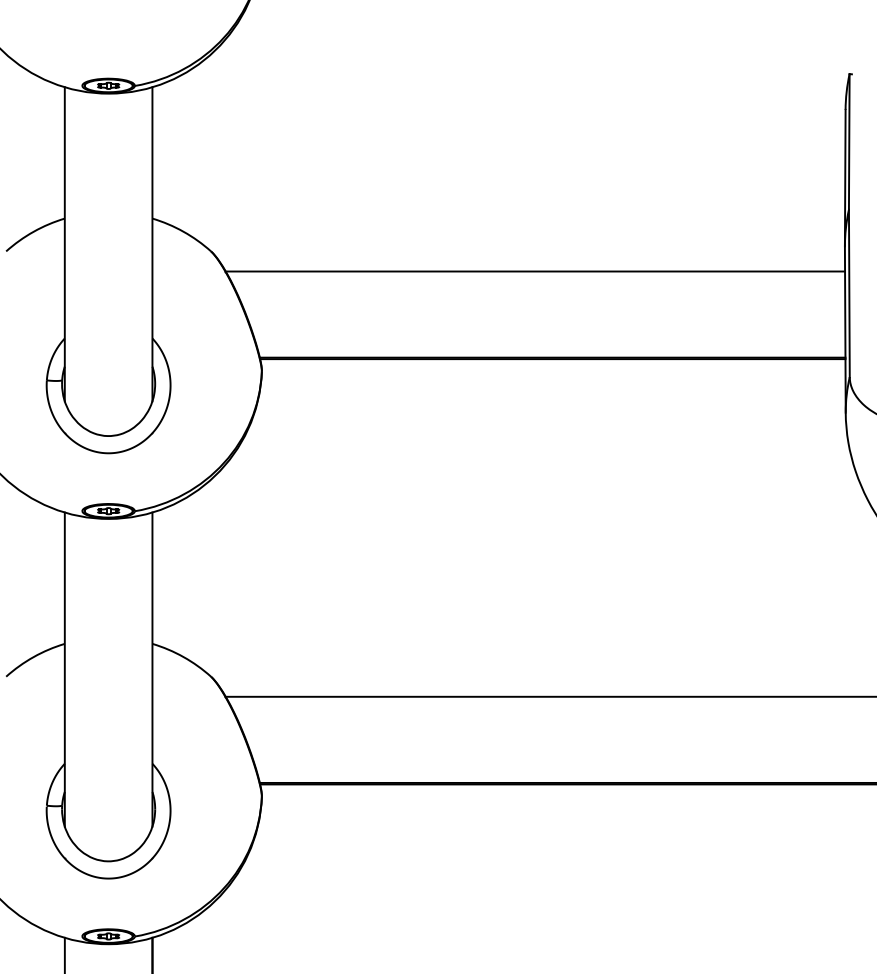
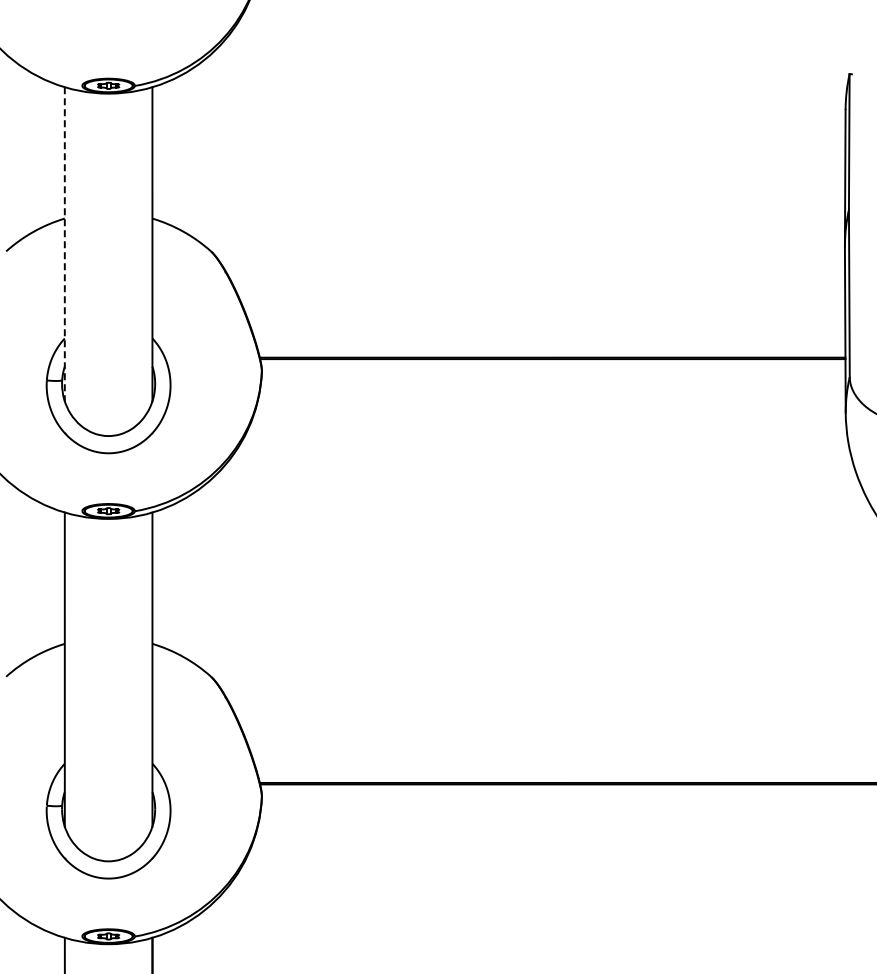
line at (64, 244): solid -> dashed
line at (535, 271): present -> none
line at (549, 696): present -> none
